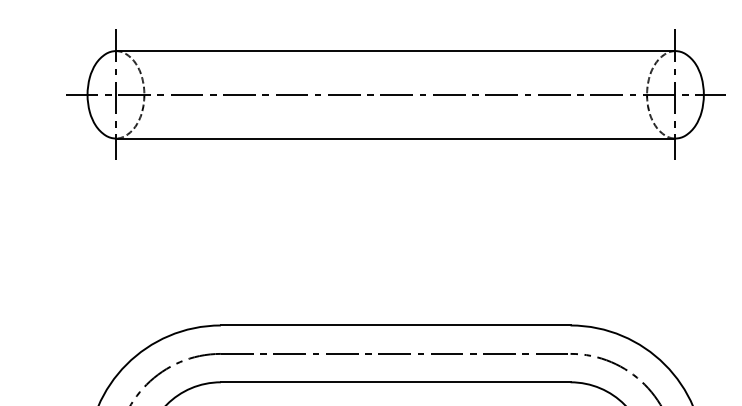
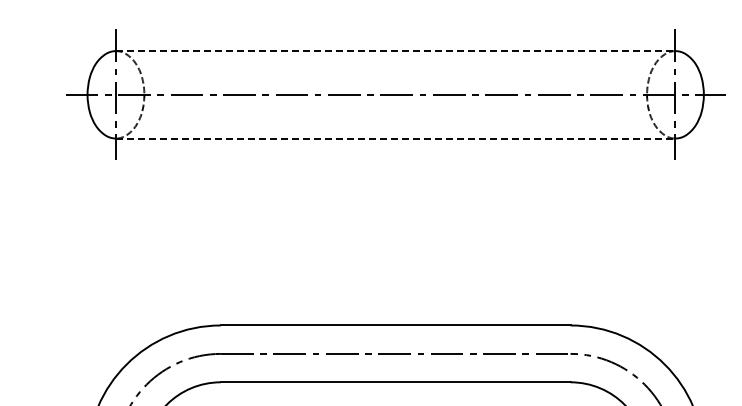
line at (395, 51): solid -> dashed
line at (395, 138): solid -> dashed
